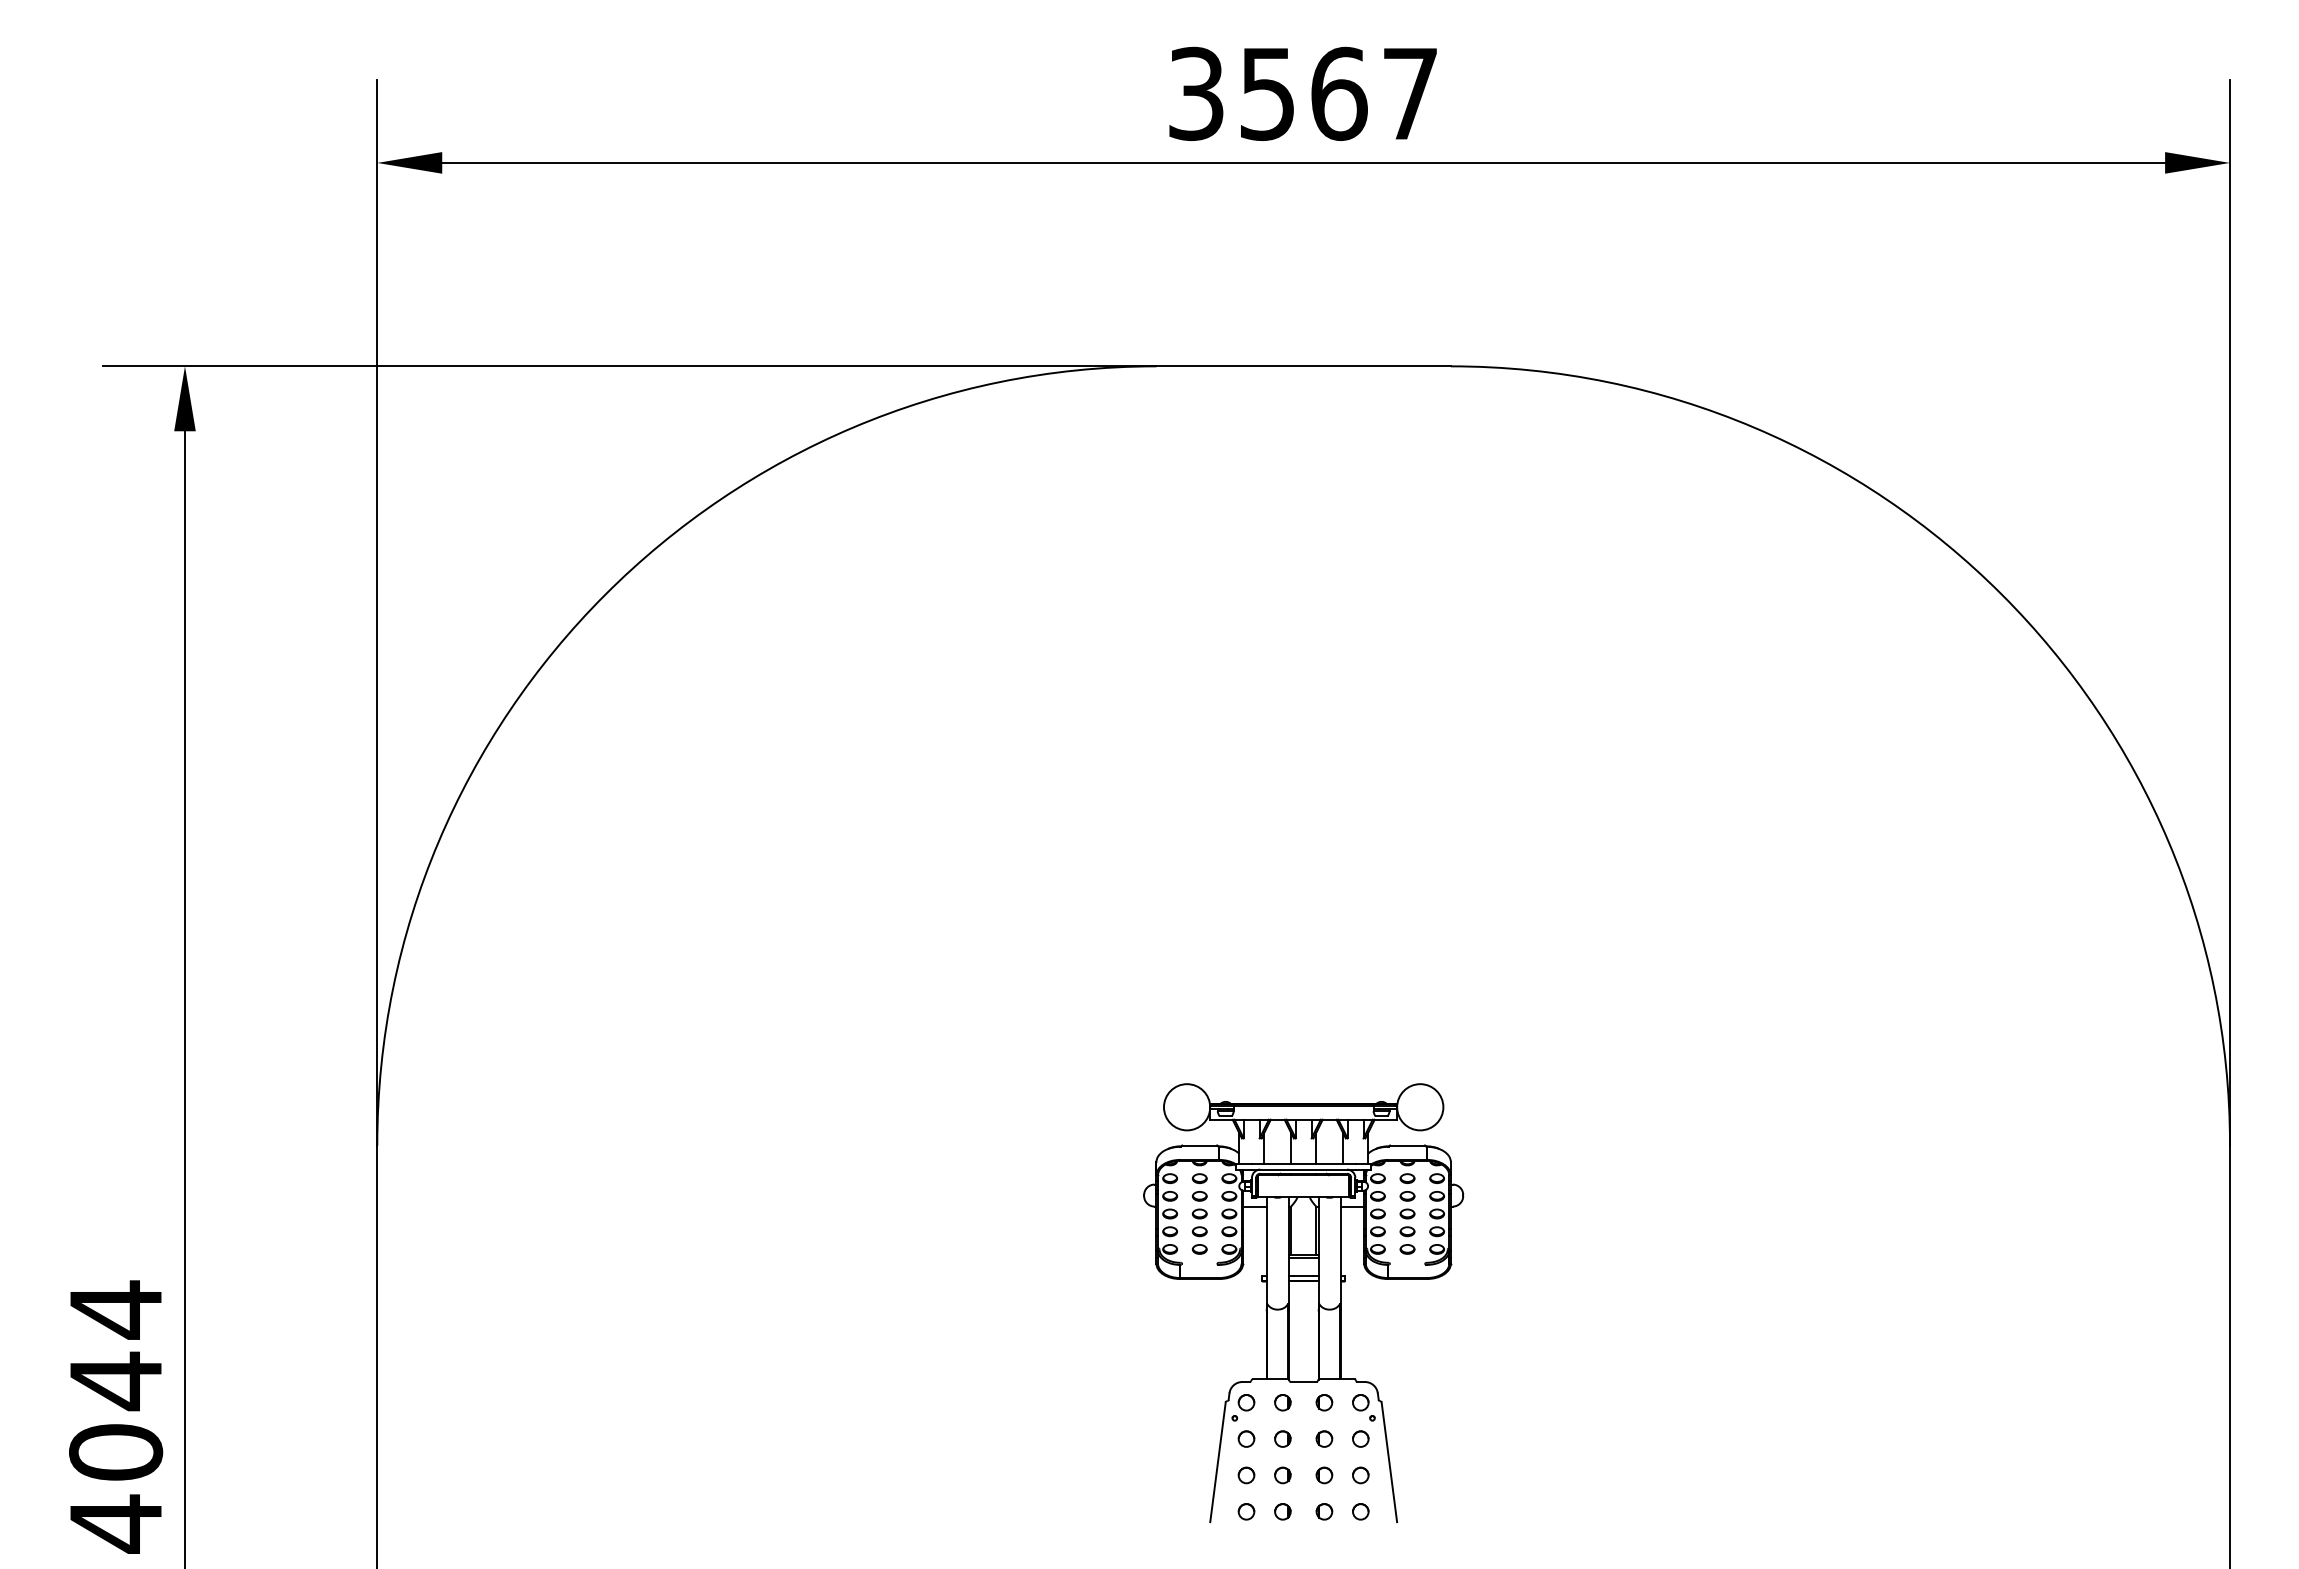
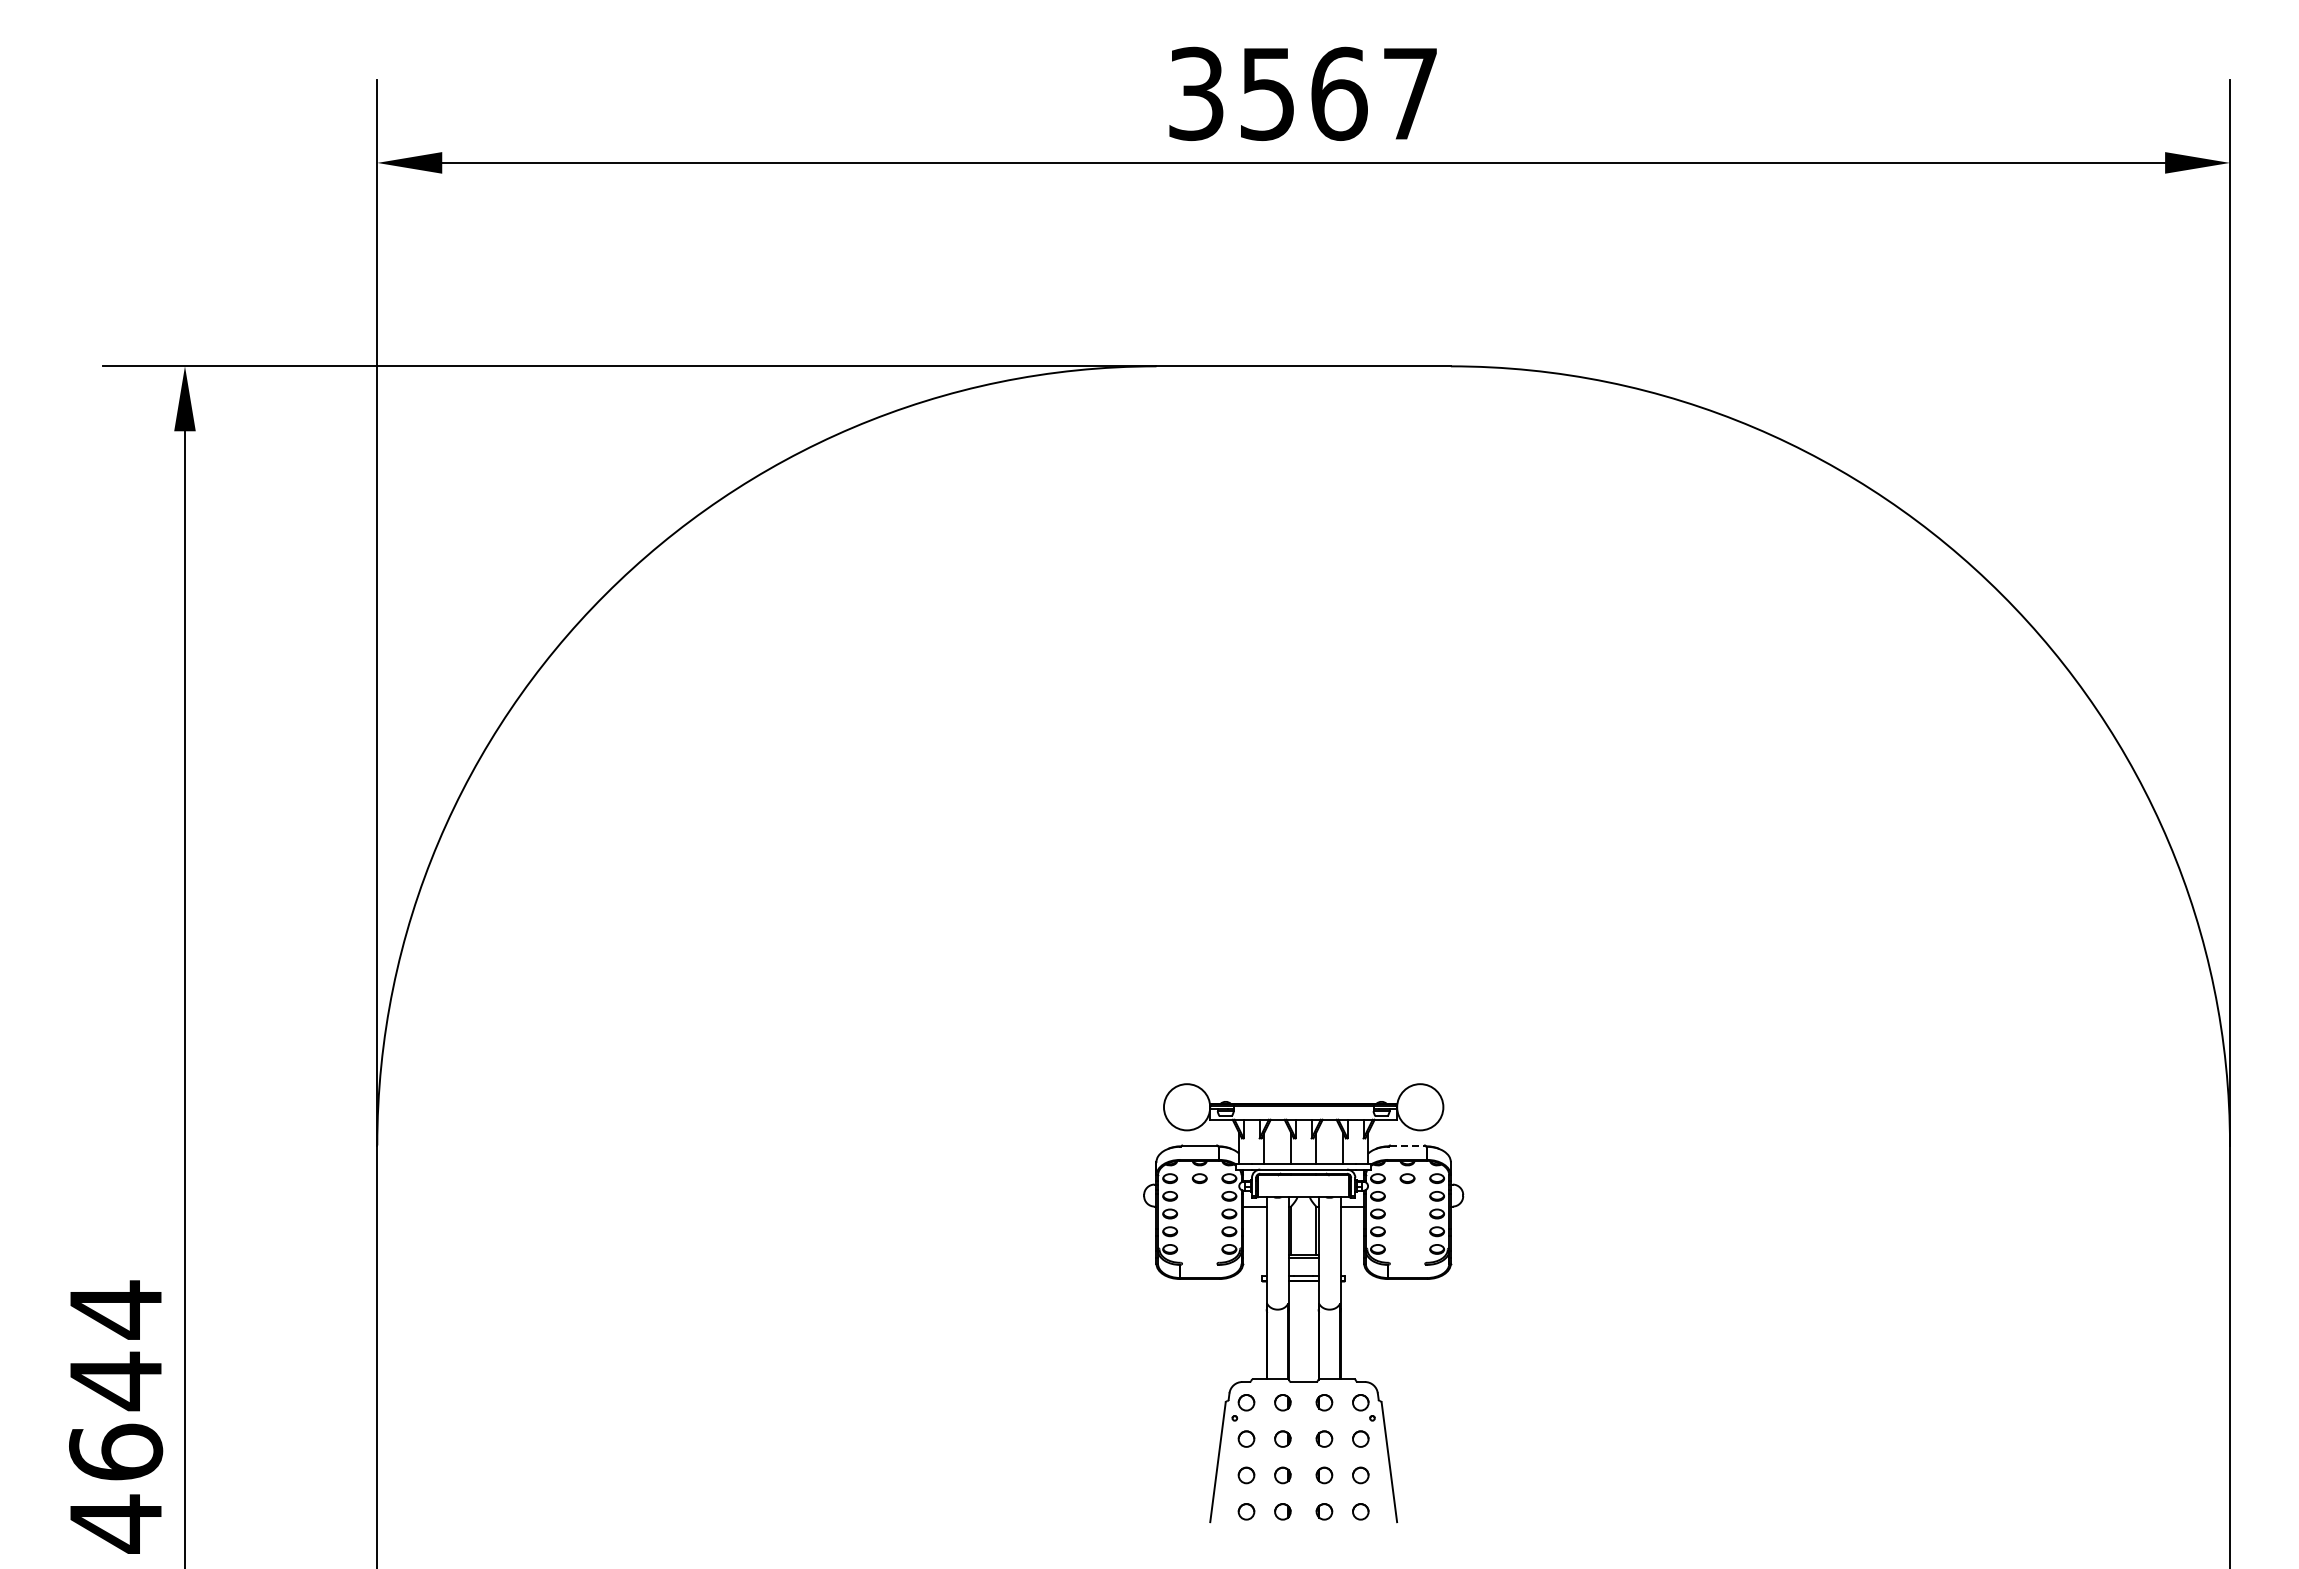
line at (1407, 1145): solid -> dashed
part at (1199, 1222): present -> none
part at (1407, 1222): present -> none
text at (116, 1451): 4044 -> 4644
